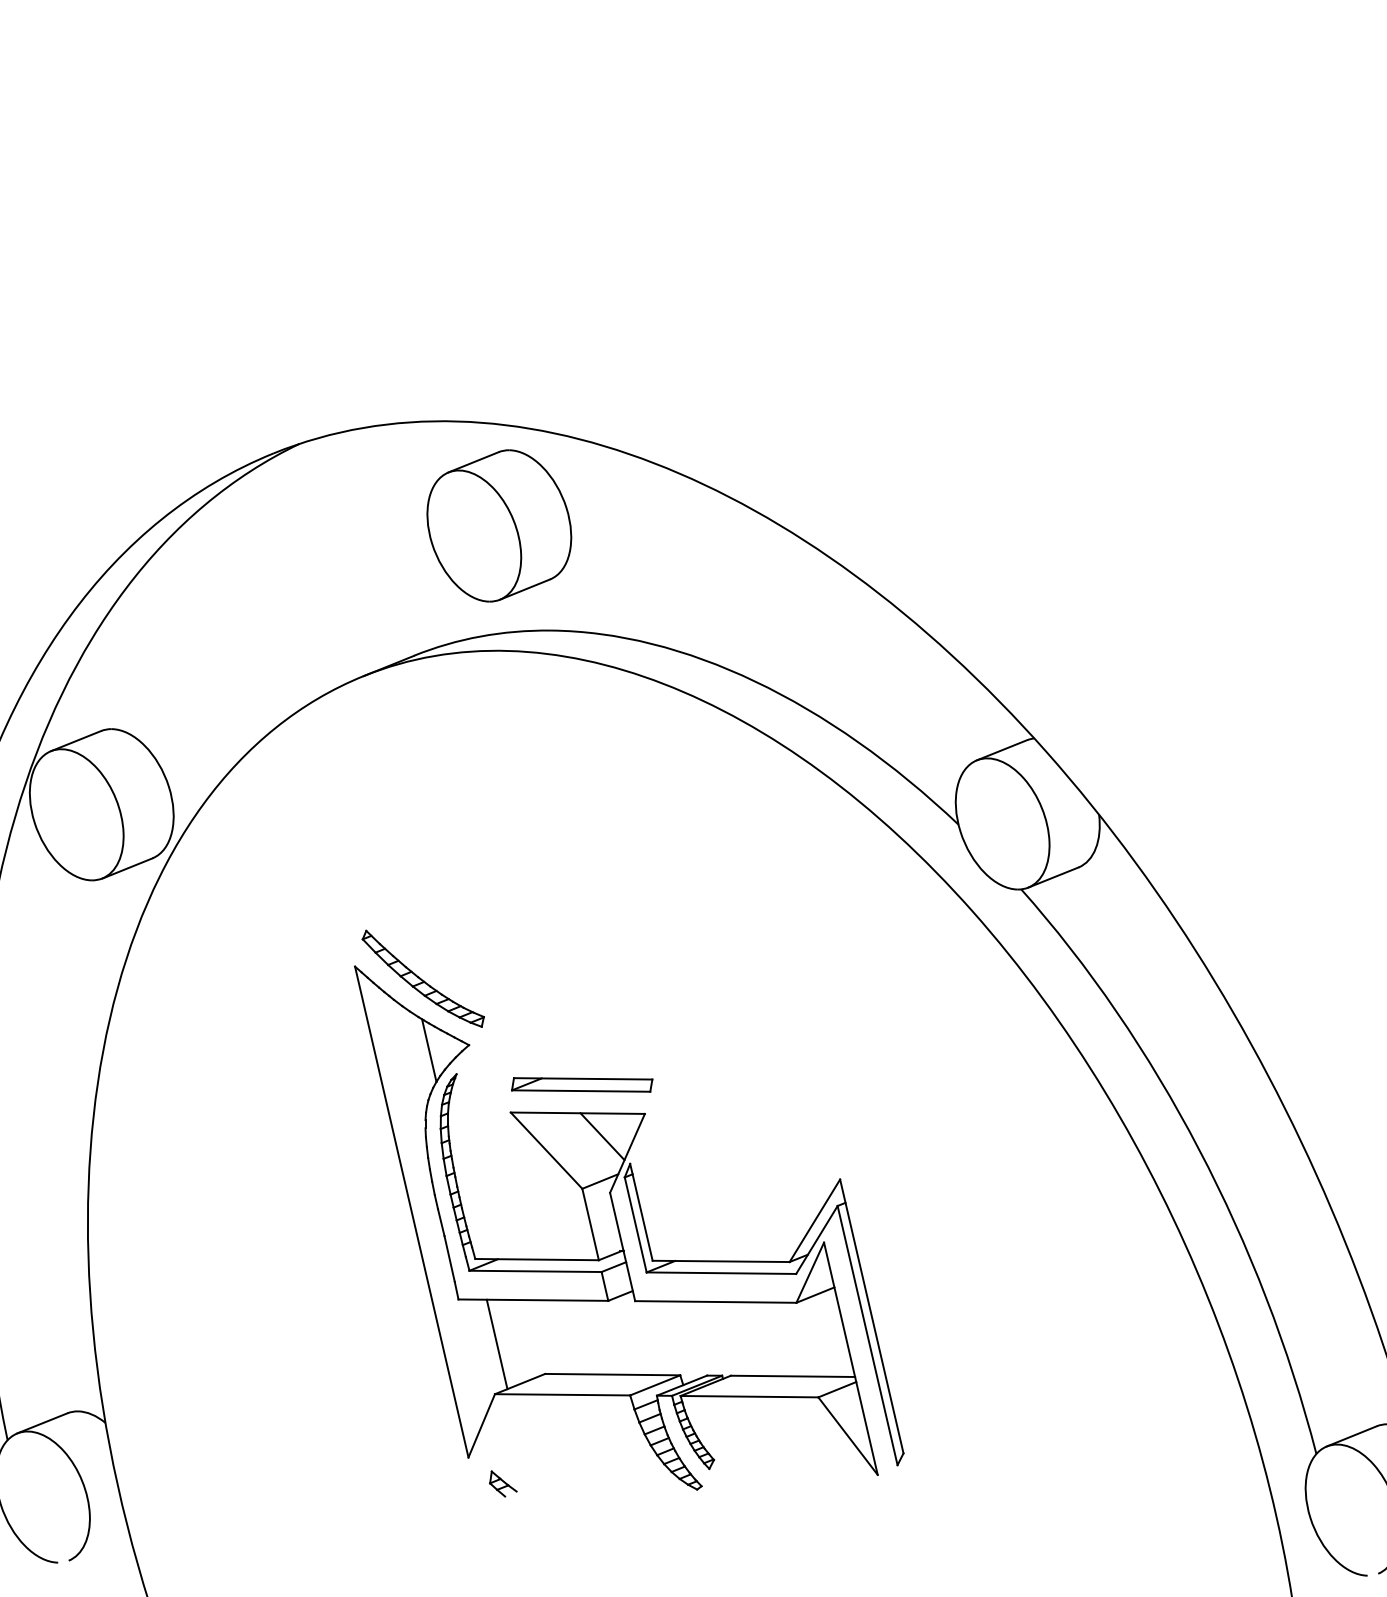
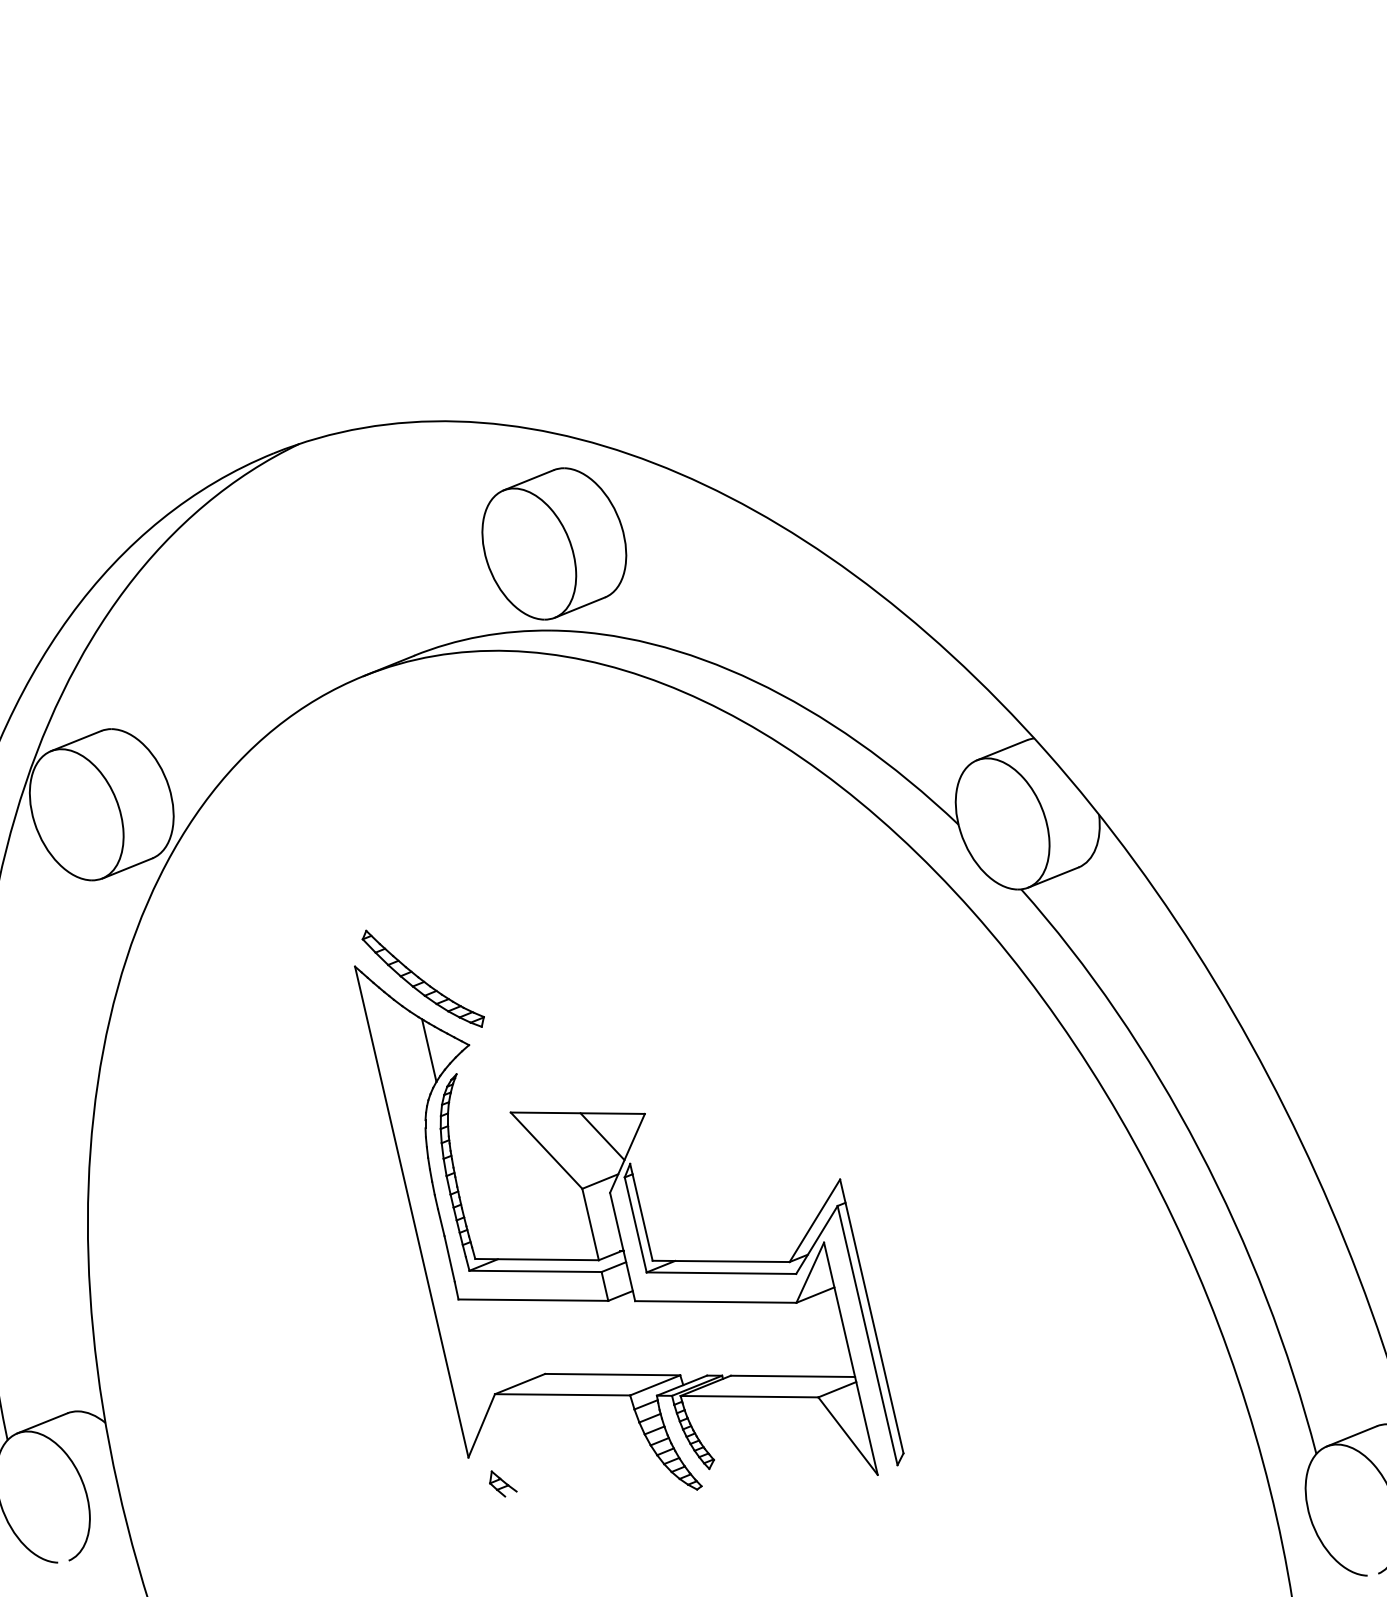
part at (499, 525) position: (499, 525) -> (554, 543)
part at (582, 1084): present -> none
line at (496, 1344): present -> none
